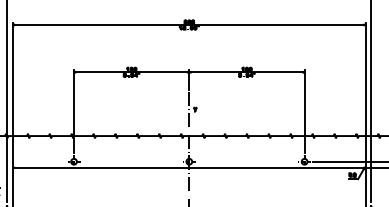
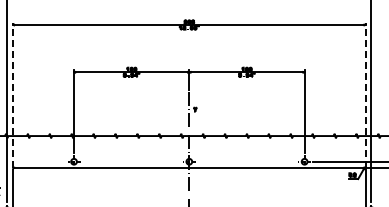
line at (12, 94): solid -> dashed
line at (365, 94): solid -> dashed
